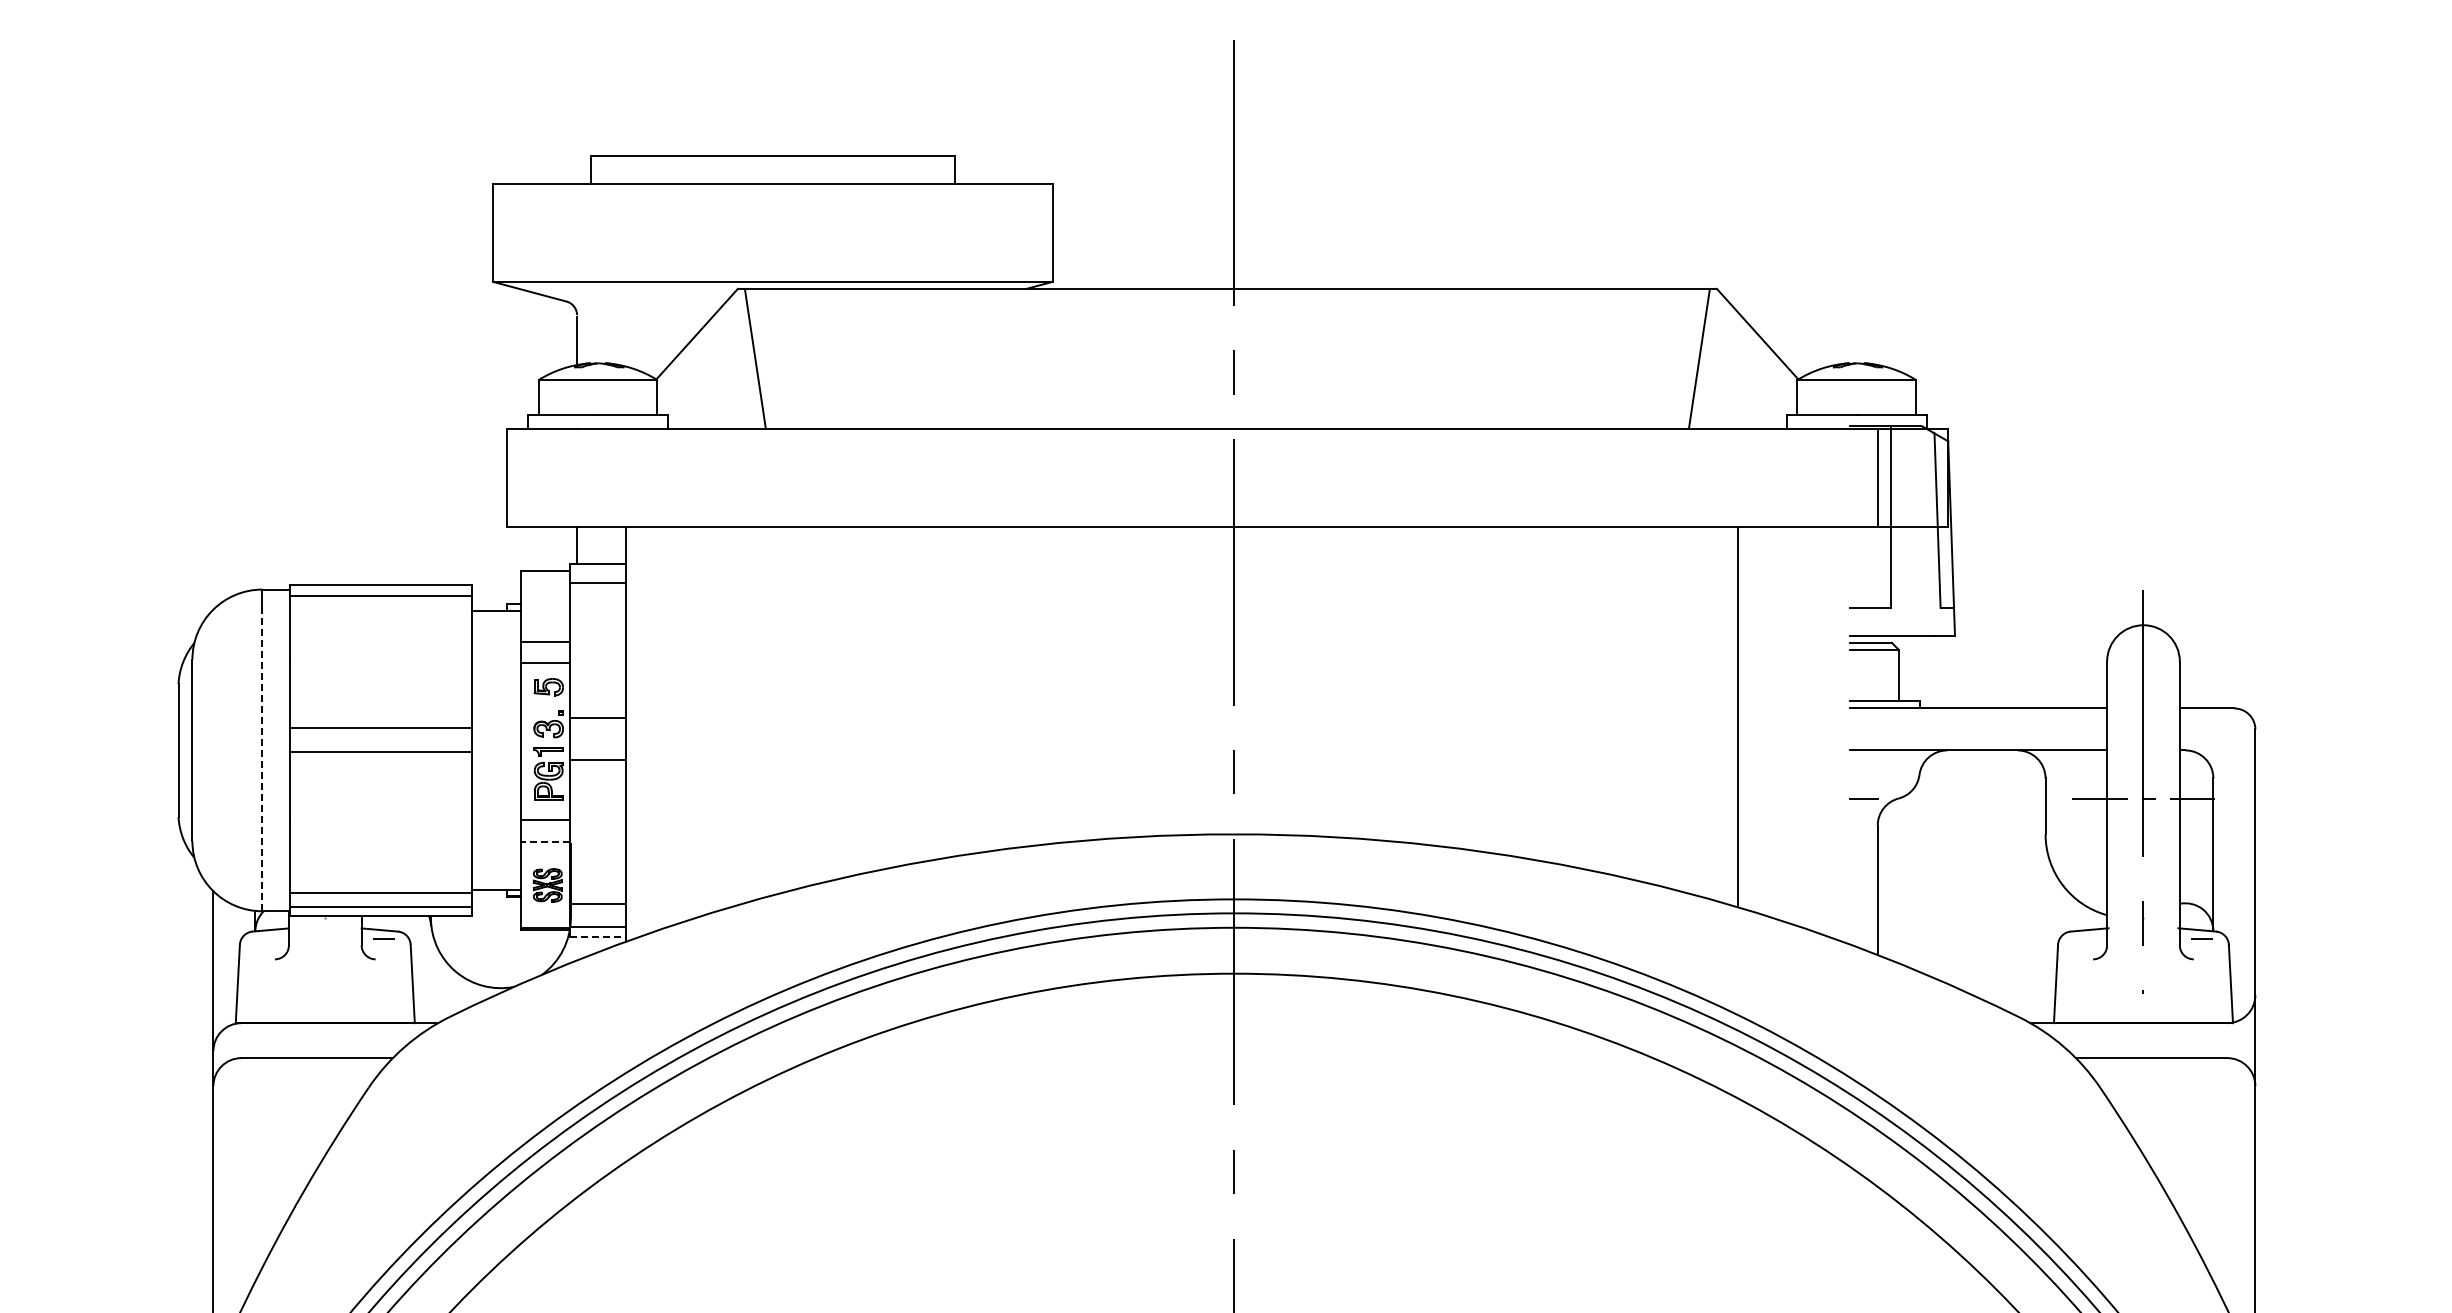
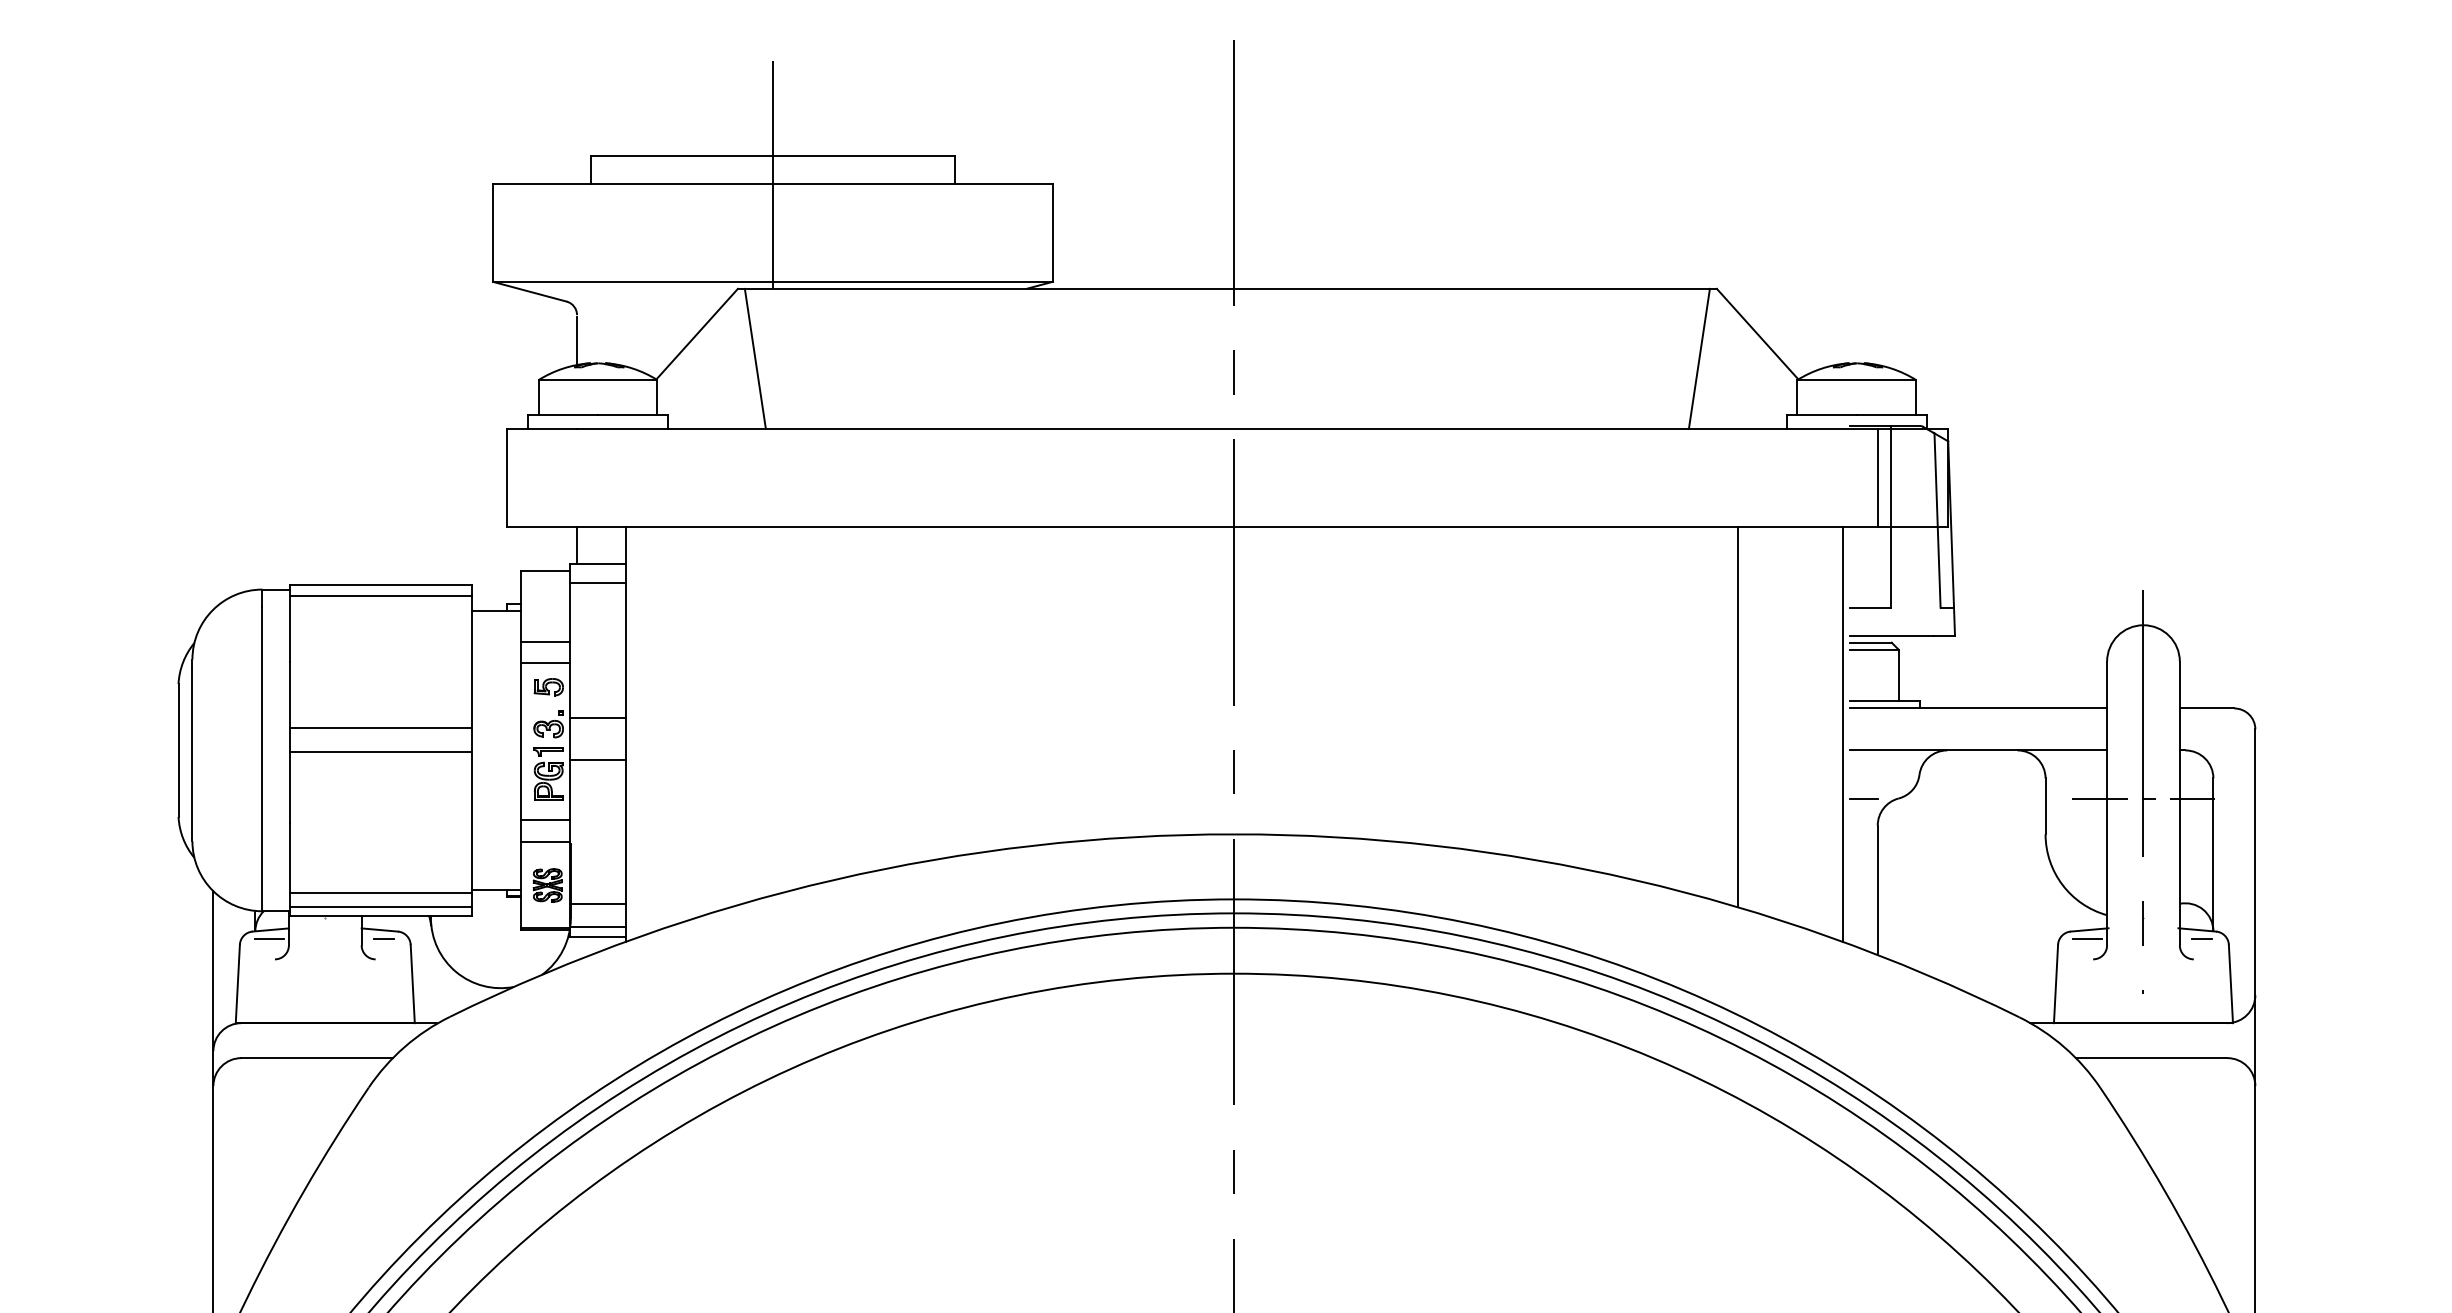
line at (772, 174): none -> present
line at (1842, 733): none -> present
line at (262, 759): dashed -> solid
line at (545, 841): dashed -> solid
line at (598, 936): dashed -> solid
line at (268, 939): none -> present
line at (2086, 939): none -> present
